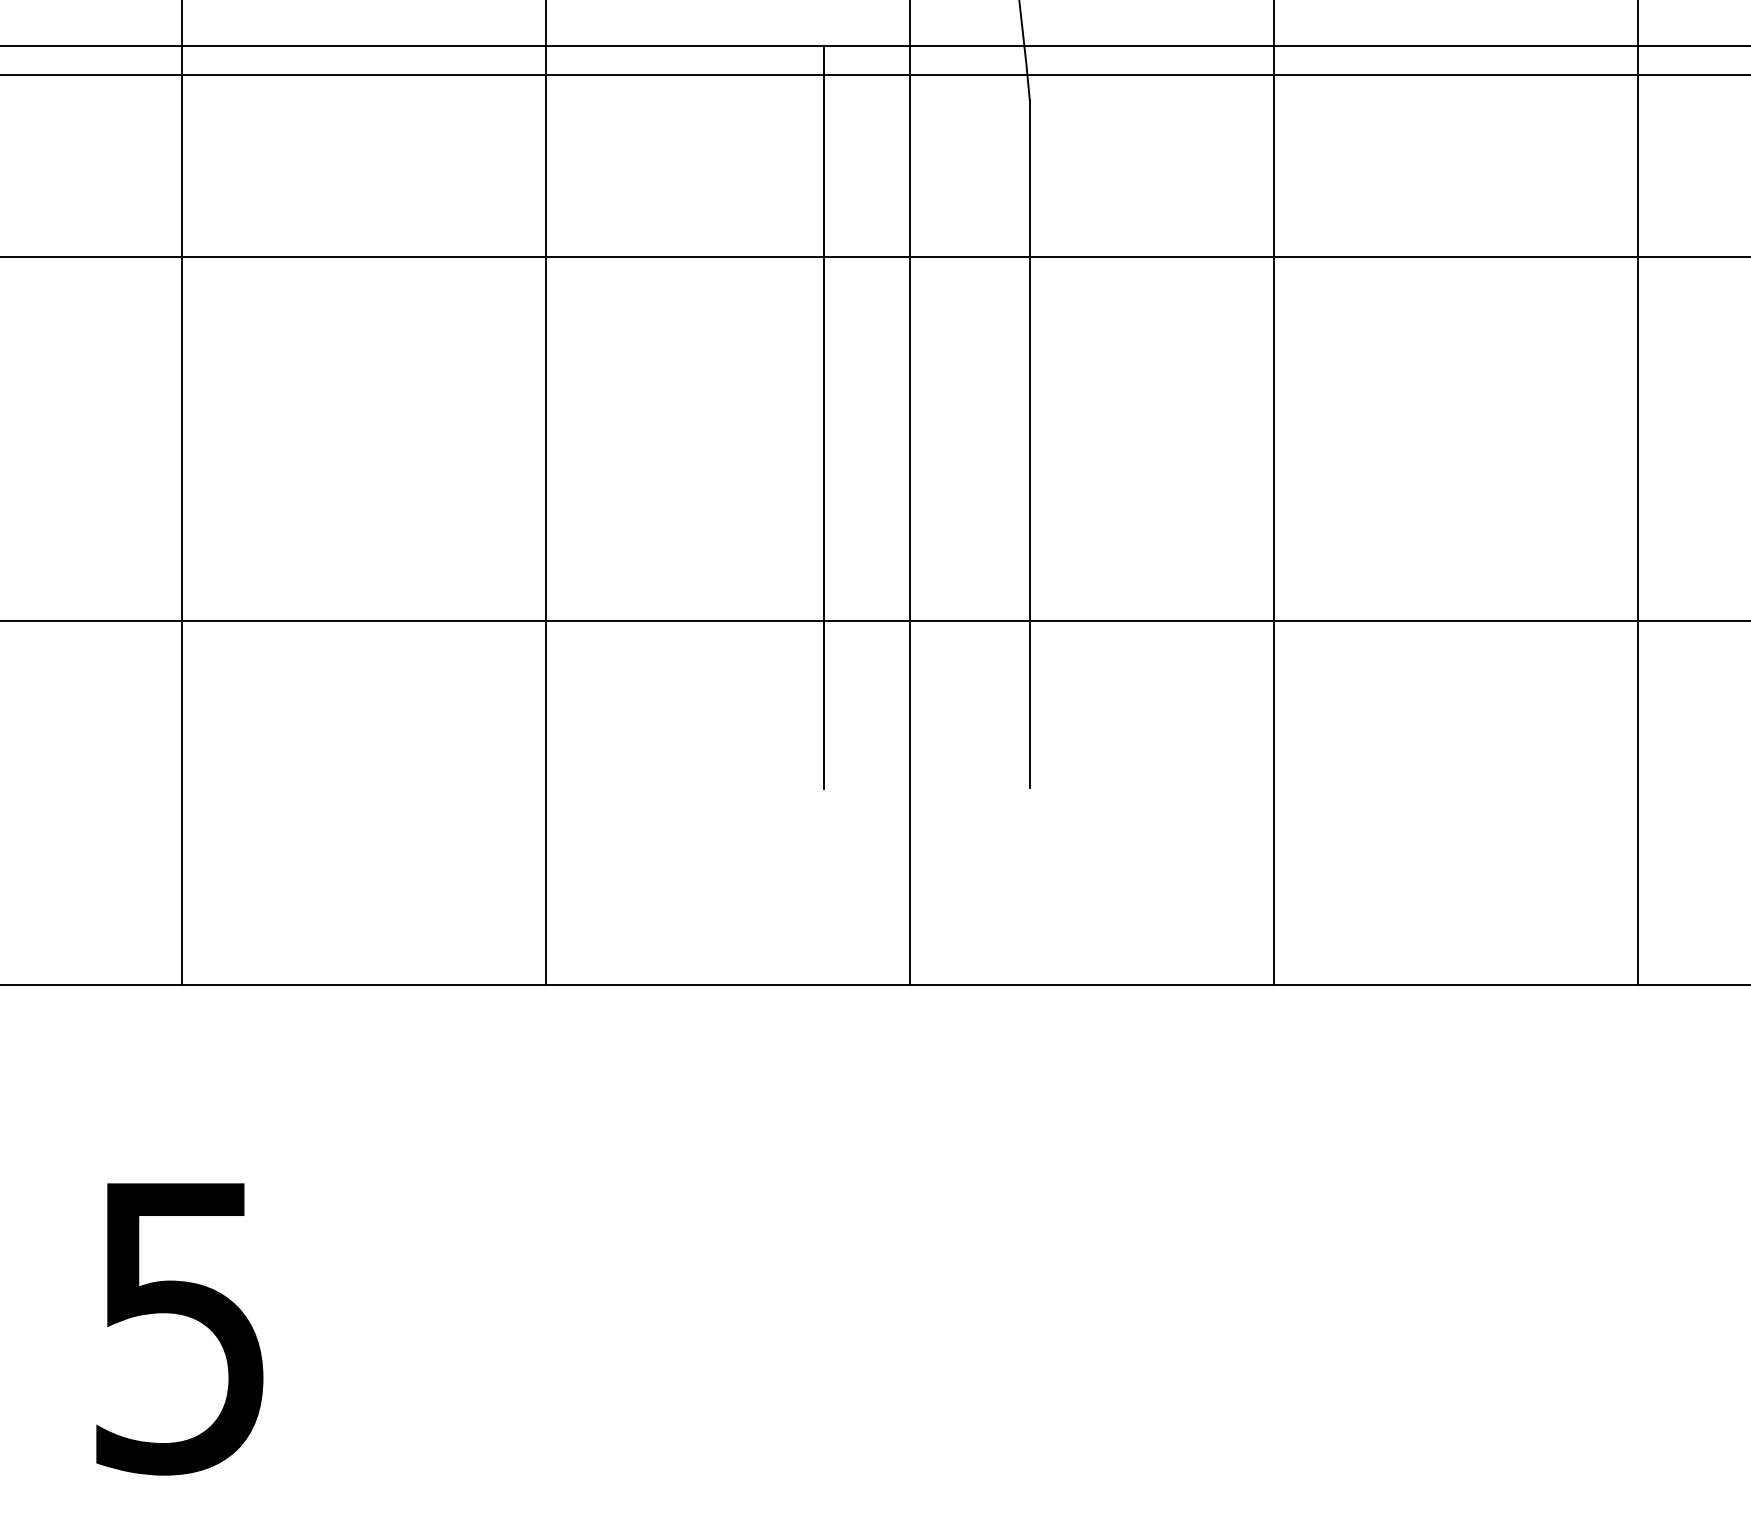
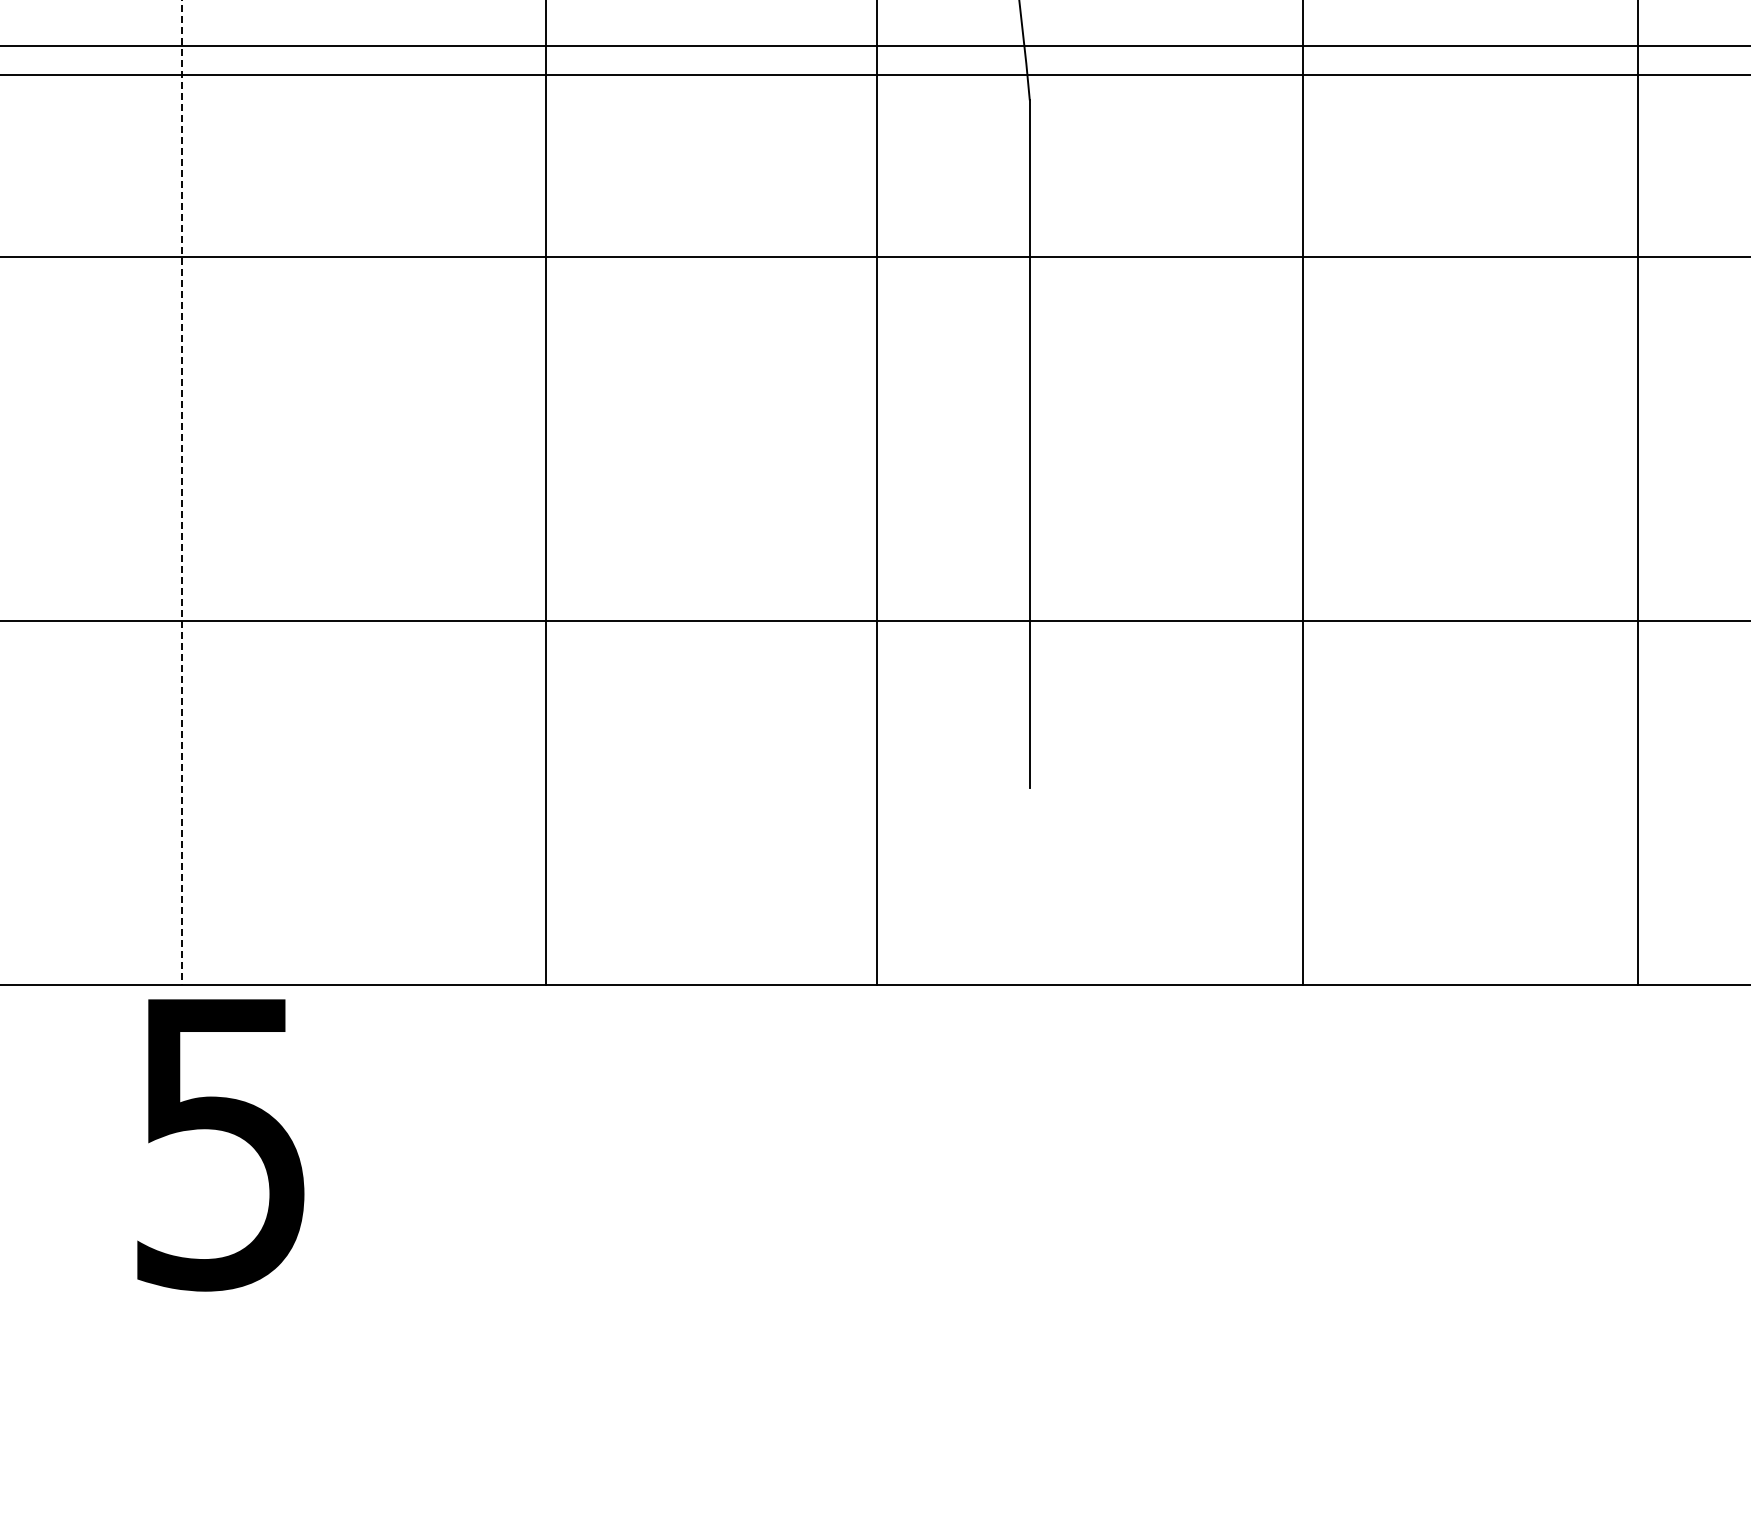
line at (824, 416): present -> none
line at (181, 493): solid -> dashed
line at (909, 493) position: (909, 493) -> (876, 493)
line at (1274, 493) position: (1274, 493) -> (1303, 493)
text at (179, 1329) position: (179, 1329) -> (220, 1145)
